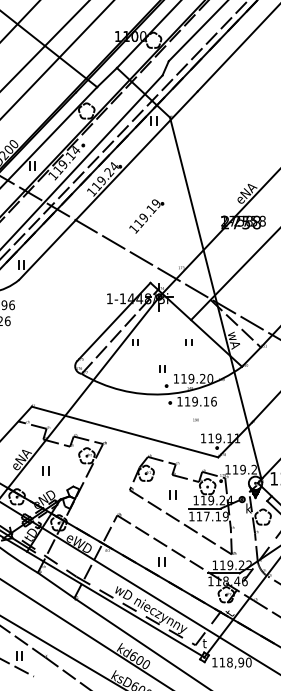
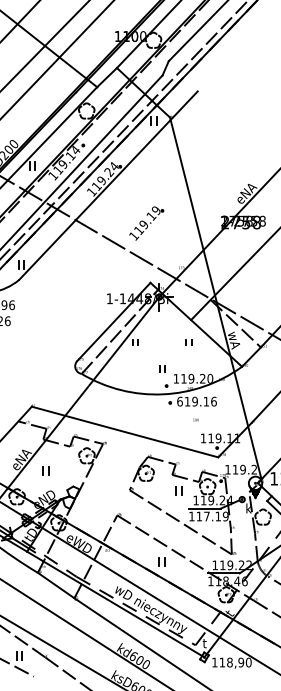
line at (237, 48): present -> none
part at (146, 216) position: (146, 216) -> (146, 223)
text at (179, 401): 119.16 -> 619.16
part at (172, 494) position: (172, 494) -> (178, 490)
